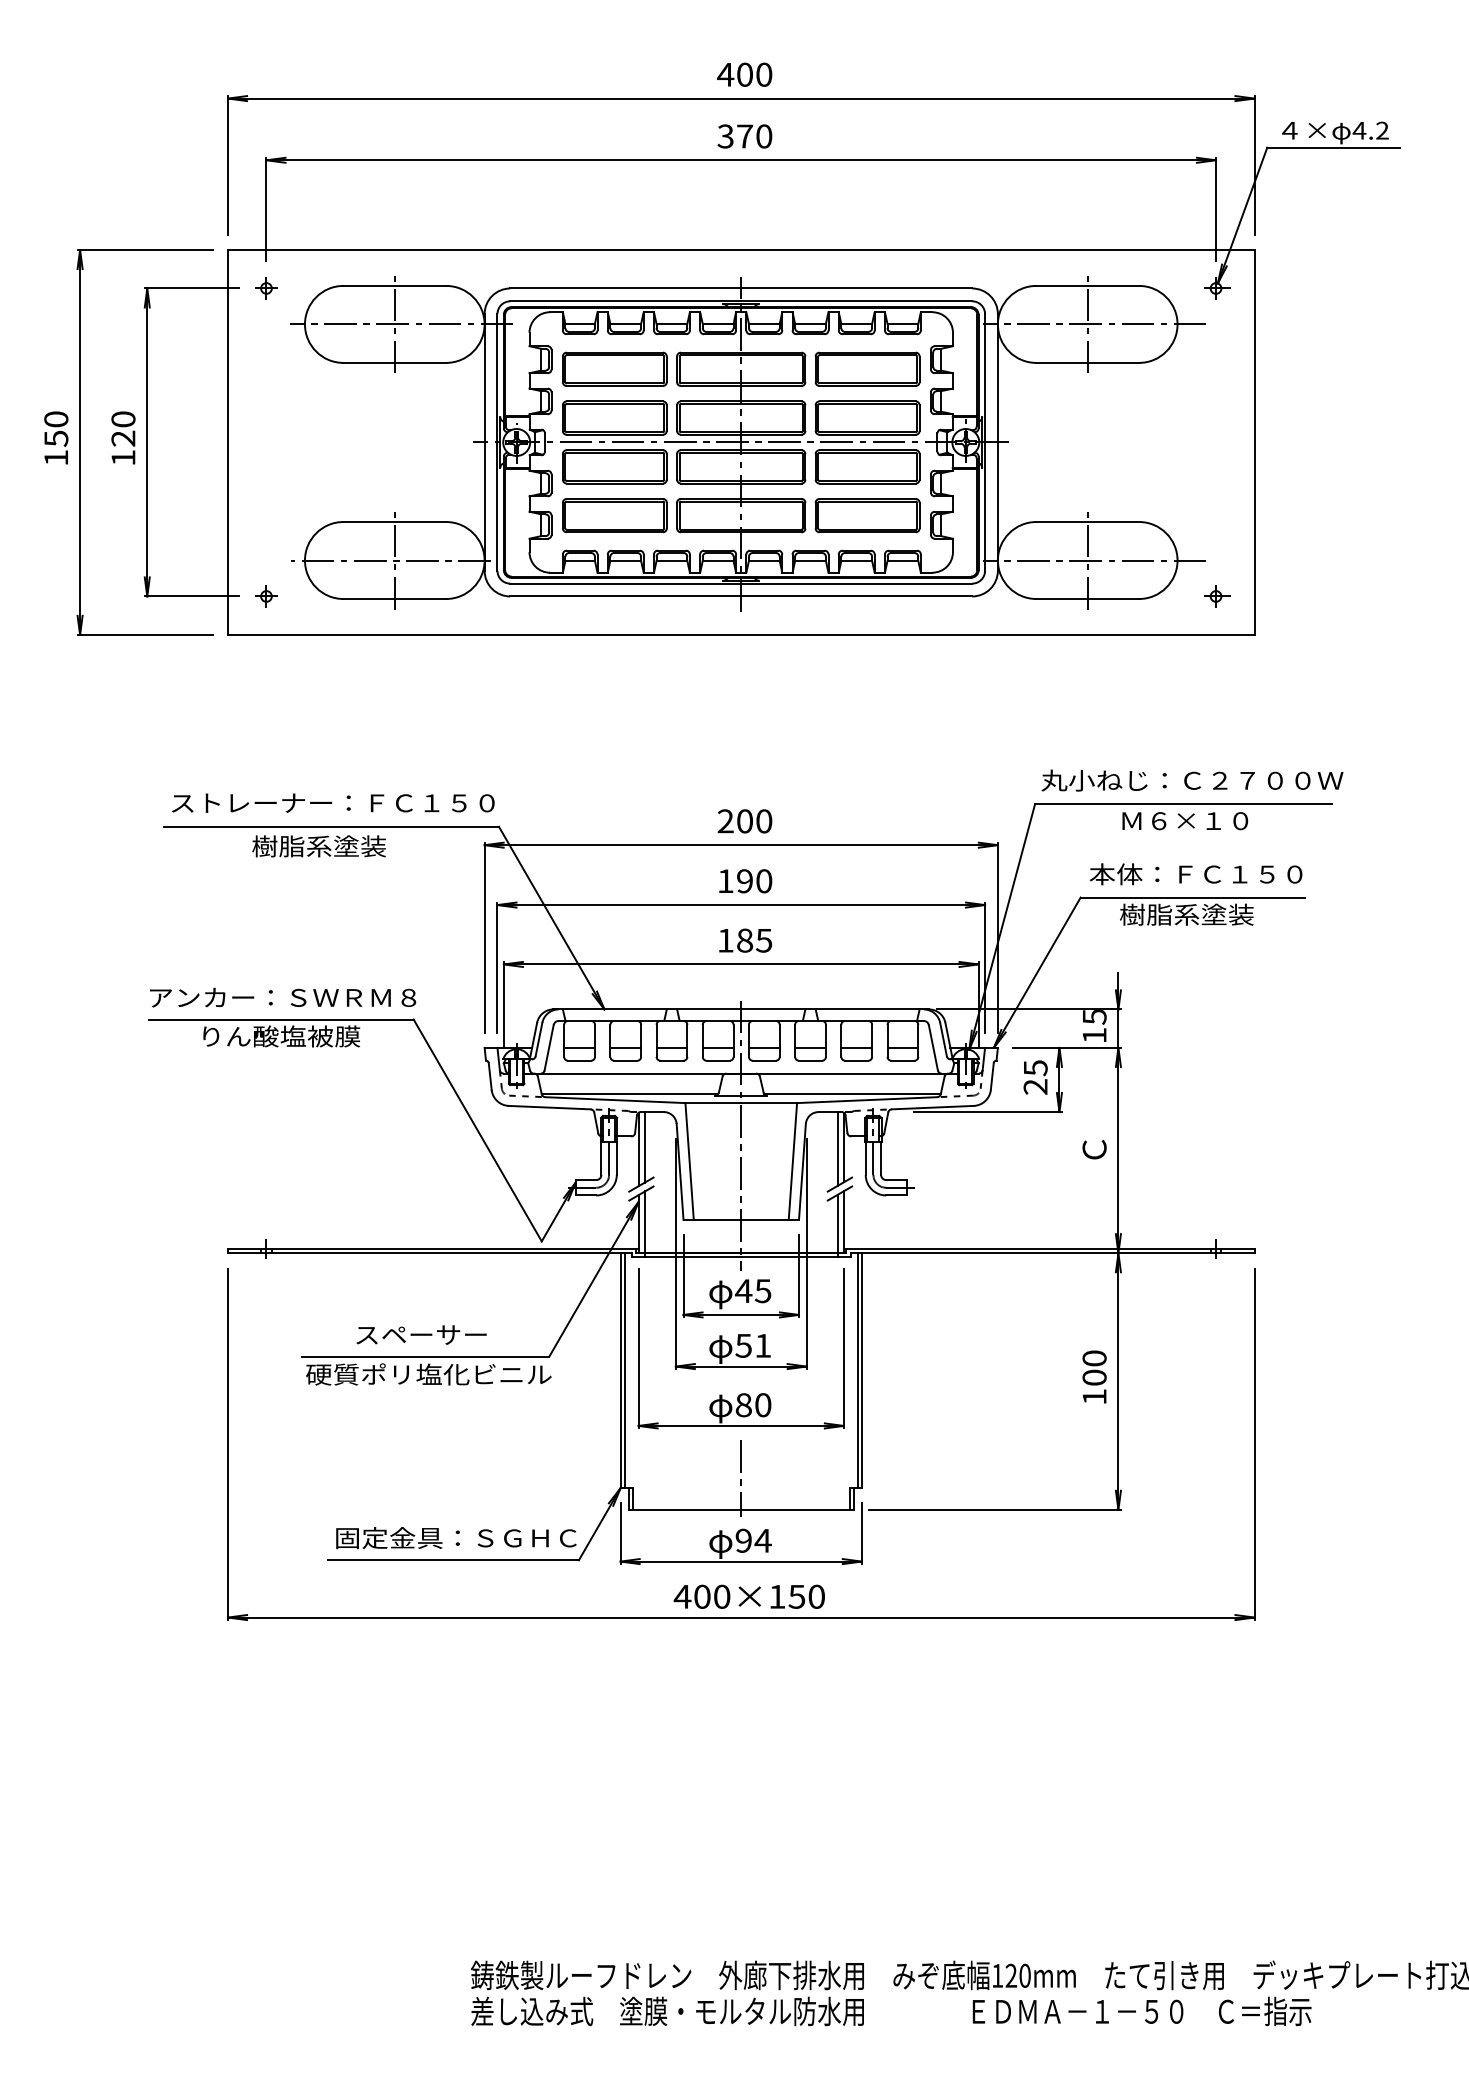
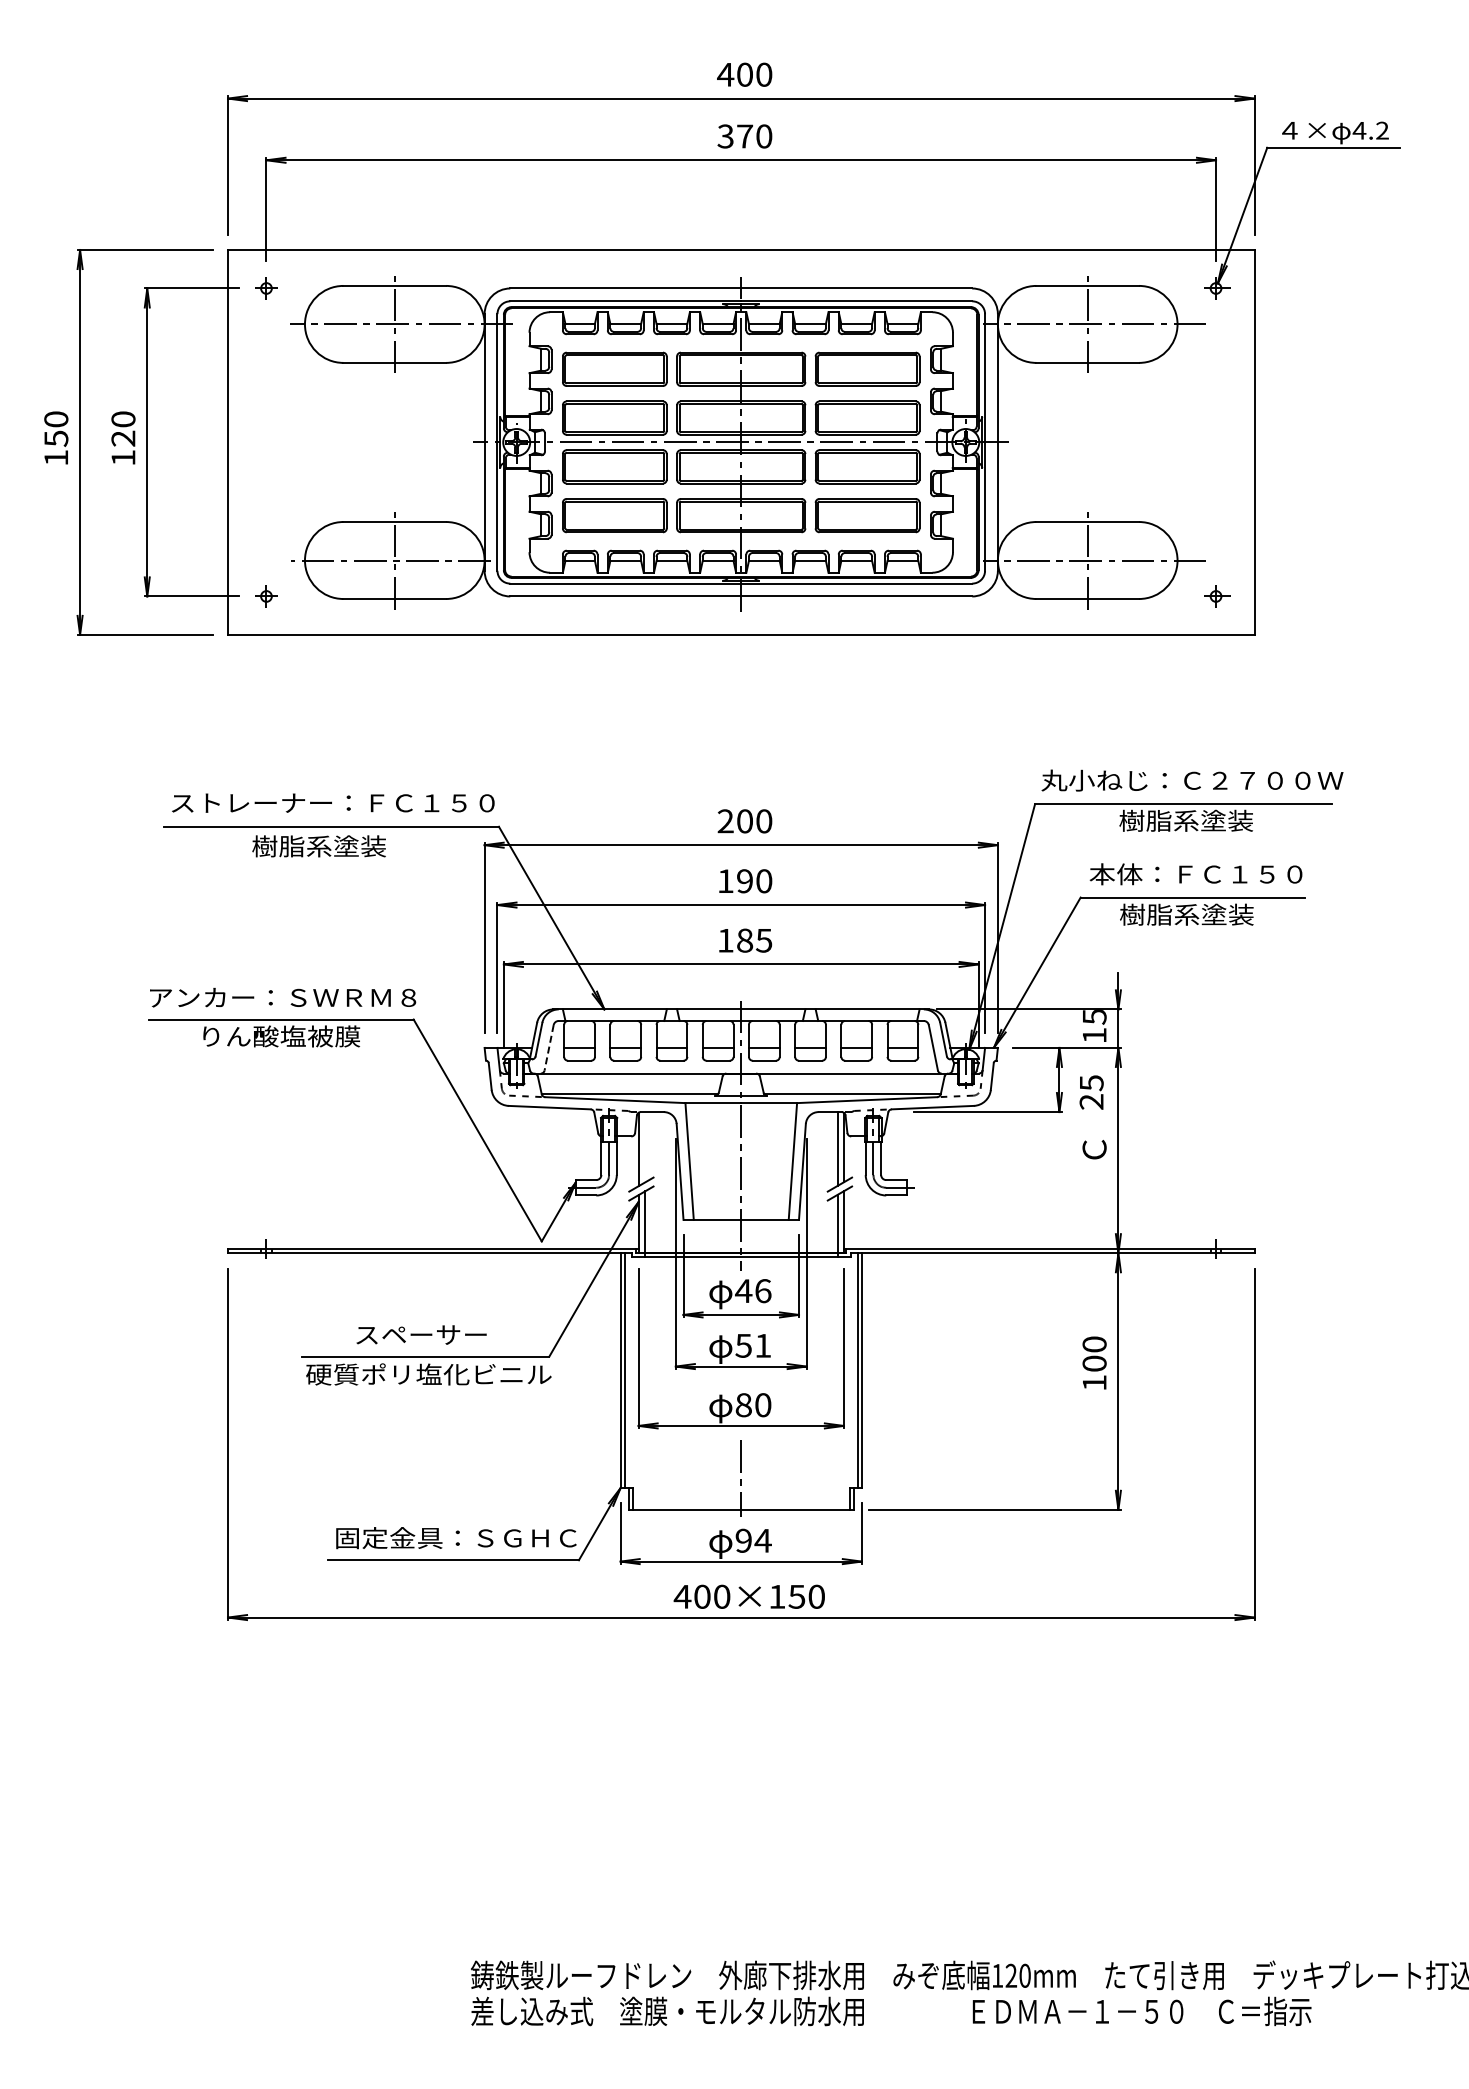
text at (1186, 820): Ｍ６×１０ -> 樹脂系塗装
line at (549, 1048): solid -> dashed
text at (1035, 1077) position: (1035, 1077) -> (1091, 1092)
line at (645, 1147): present -> none
text at (762, 1291): 45 -> 46
text at (1094, 1376) position: (1094, 1376) -> (1094, 1362)
